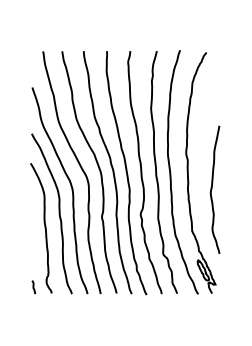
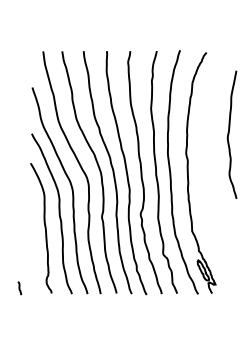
curve at (212, 189) position: (212, 189) -> (229, 134)
curve at (33, 287) position: (33, 287) -> (19, 288)
